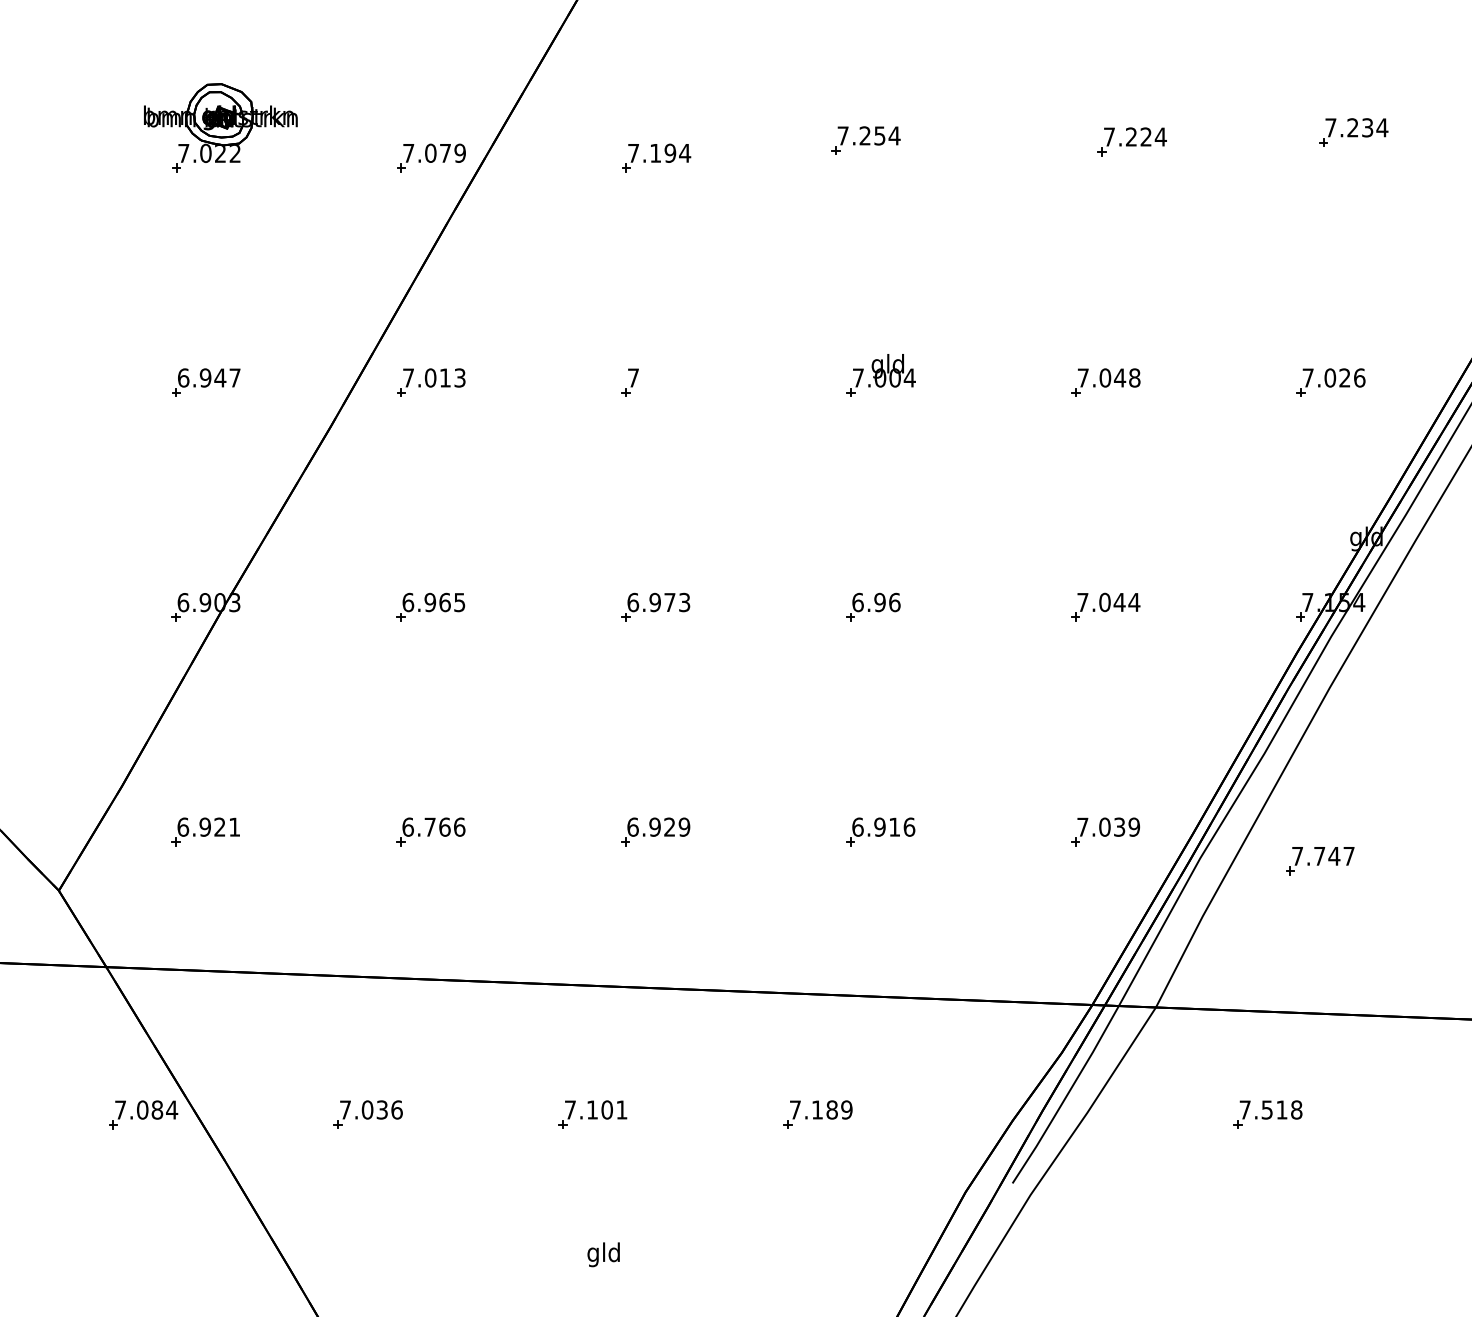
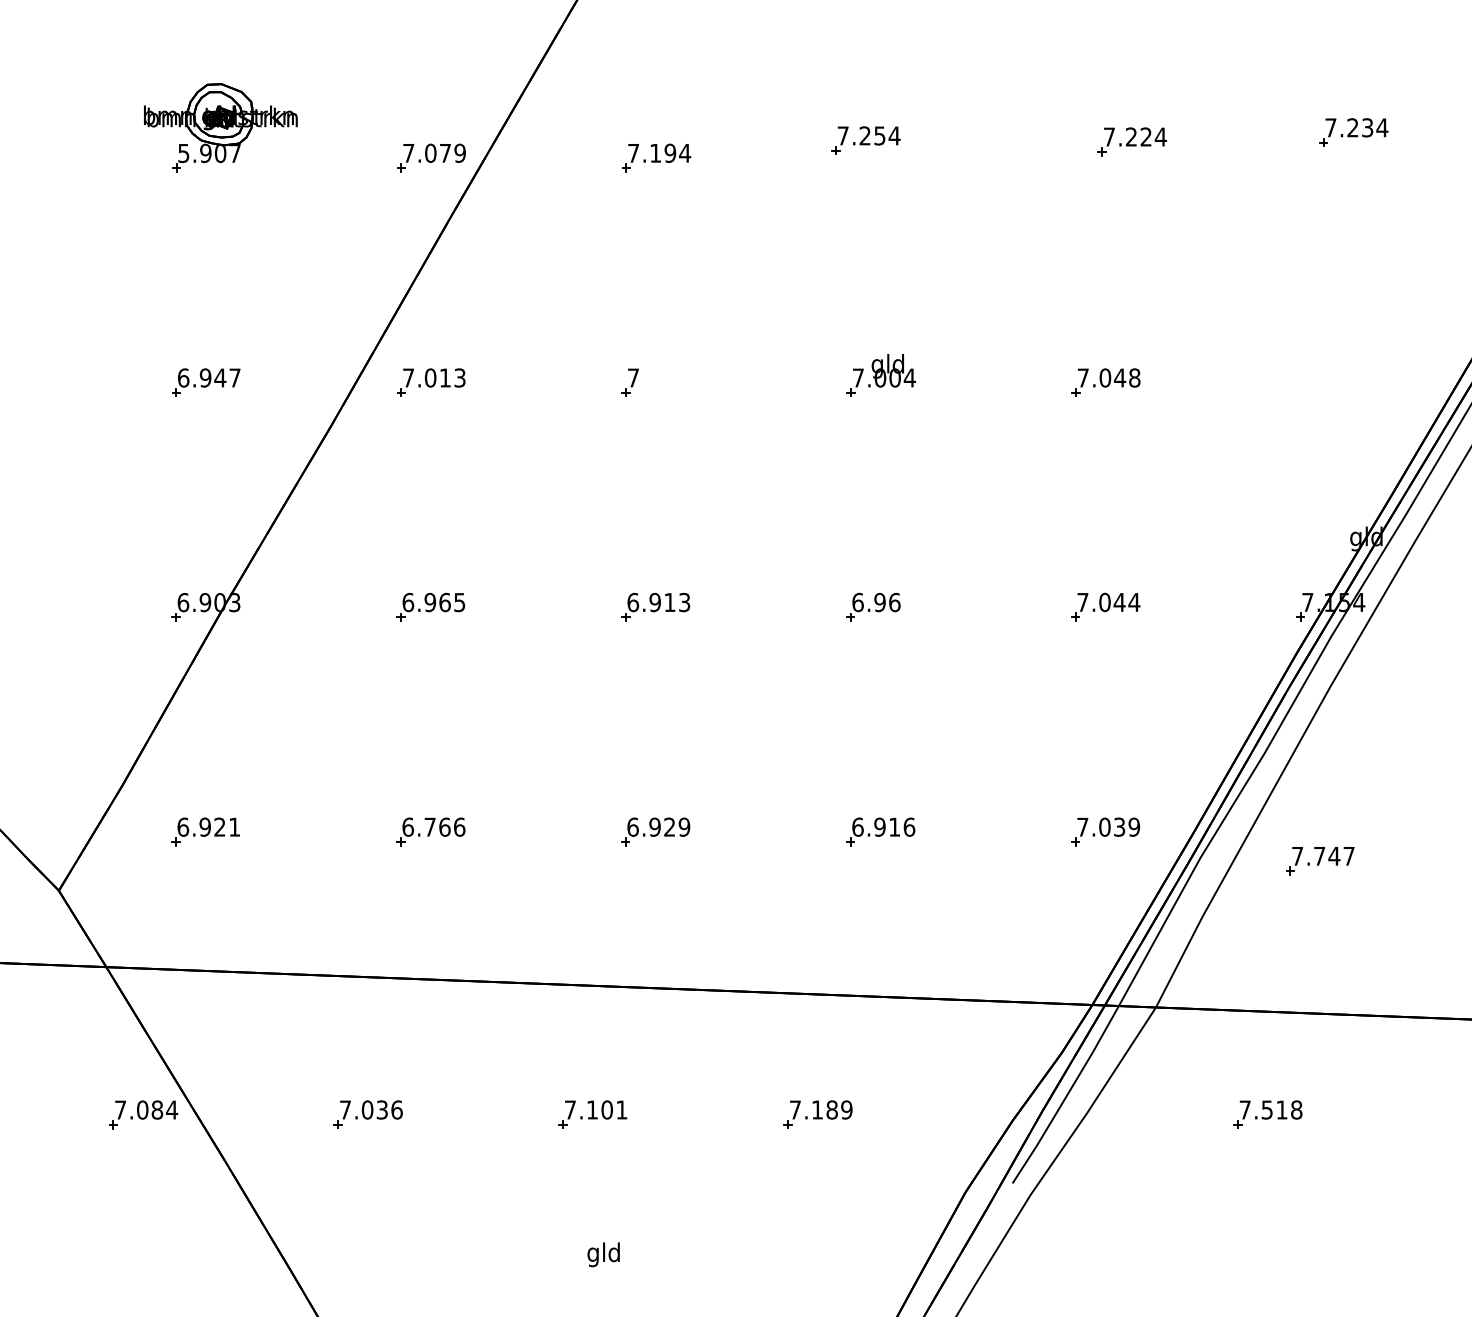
text at (209, 153): 7.022 -> 5.907
part at (1330, 382): present -> none
text at (669, 602): 6.973 -> 6.913
